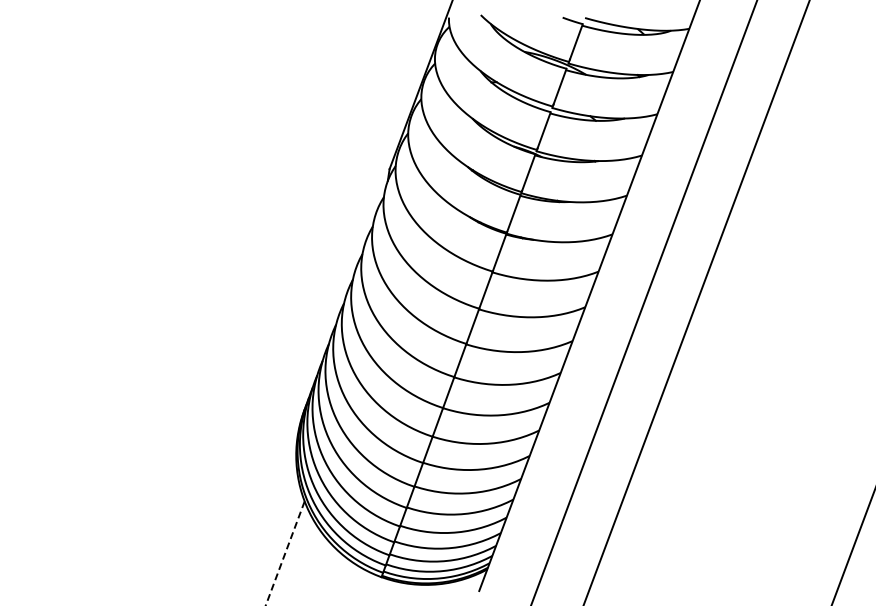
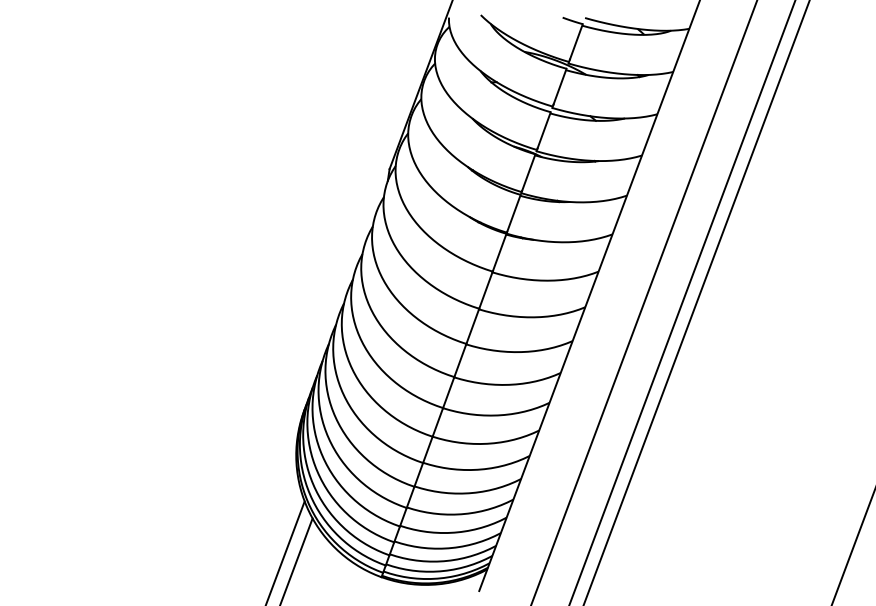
line at (682, 302): none -> present
line at (285, 553): dashed -> solid
line at (296, 560): none -> present
